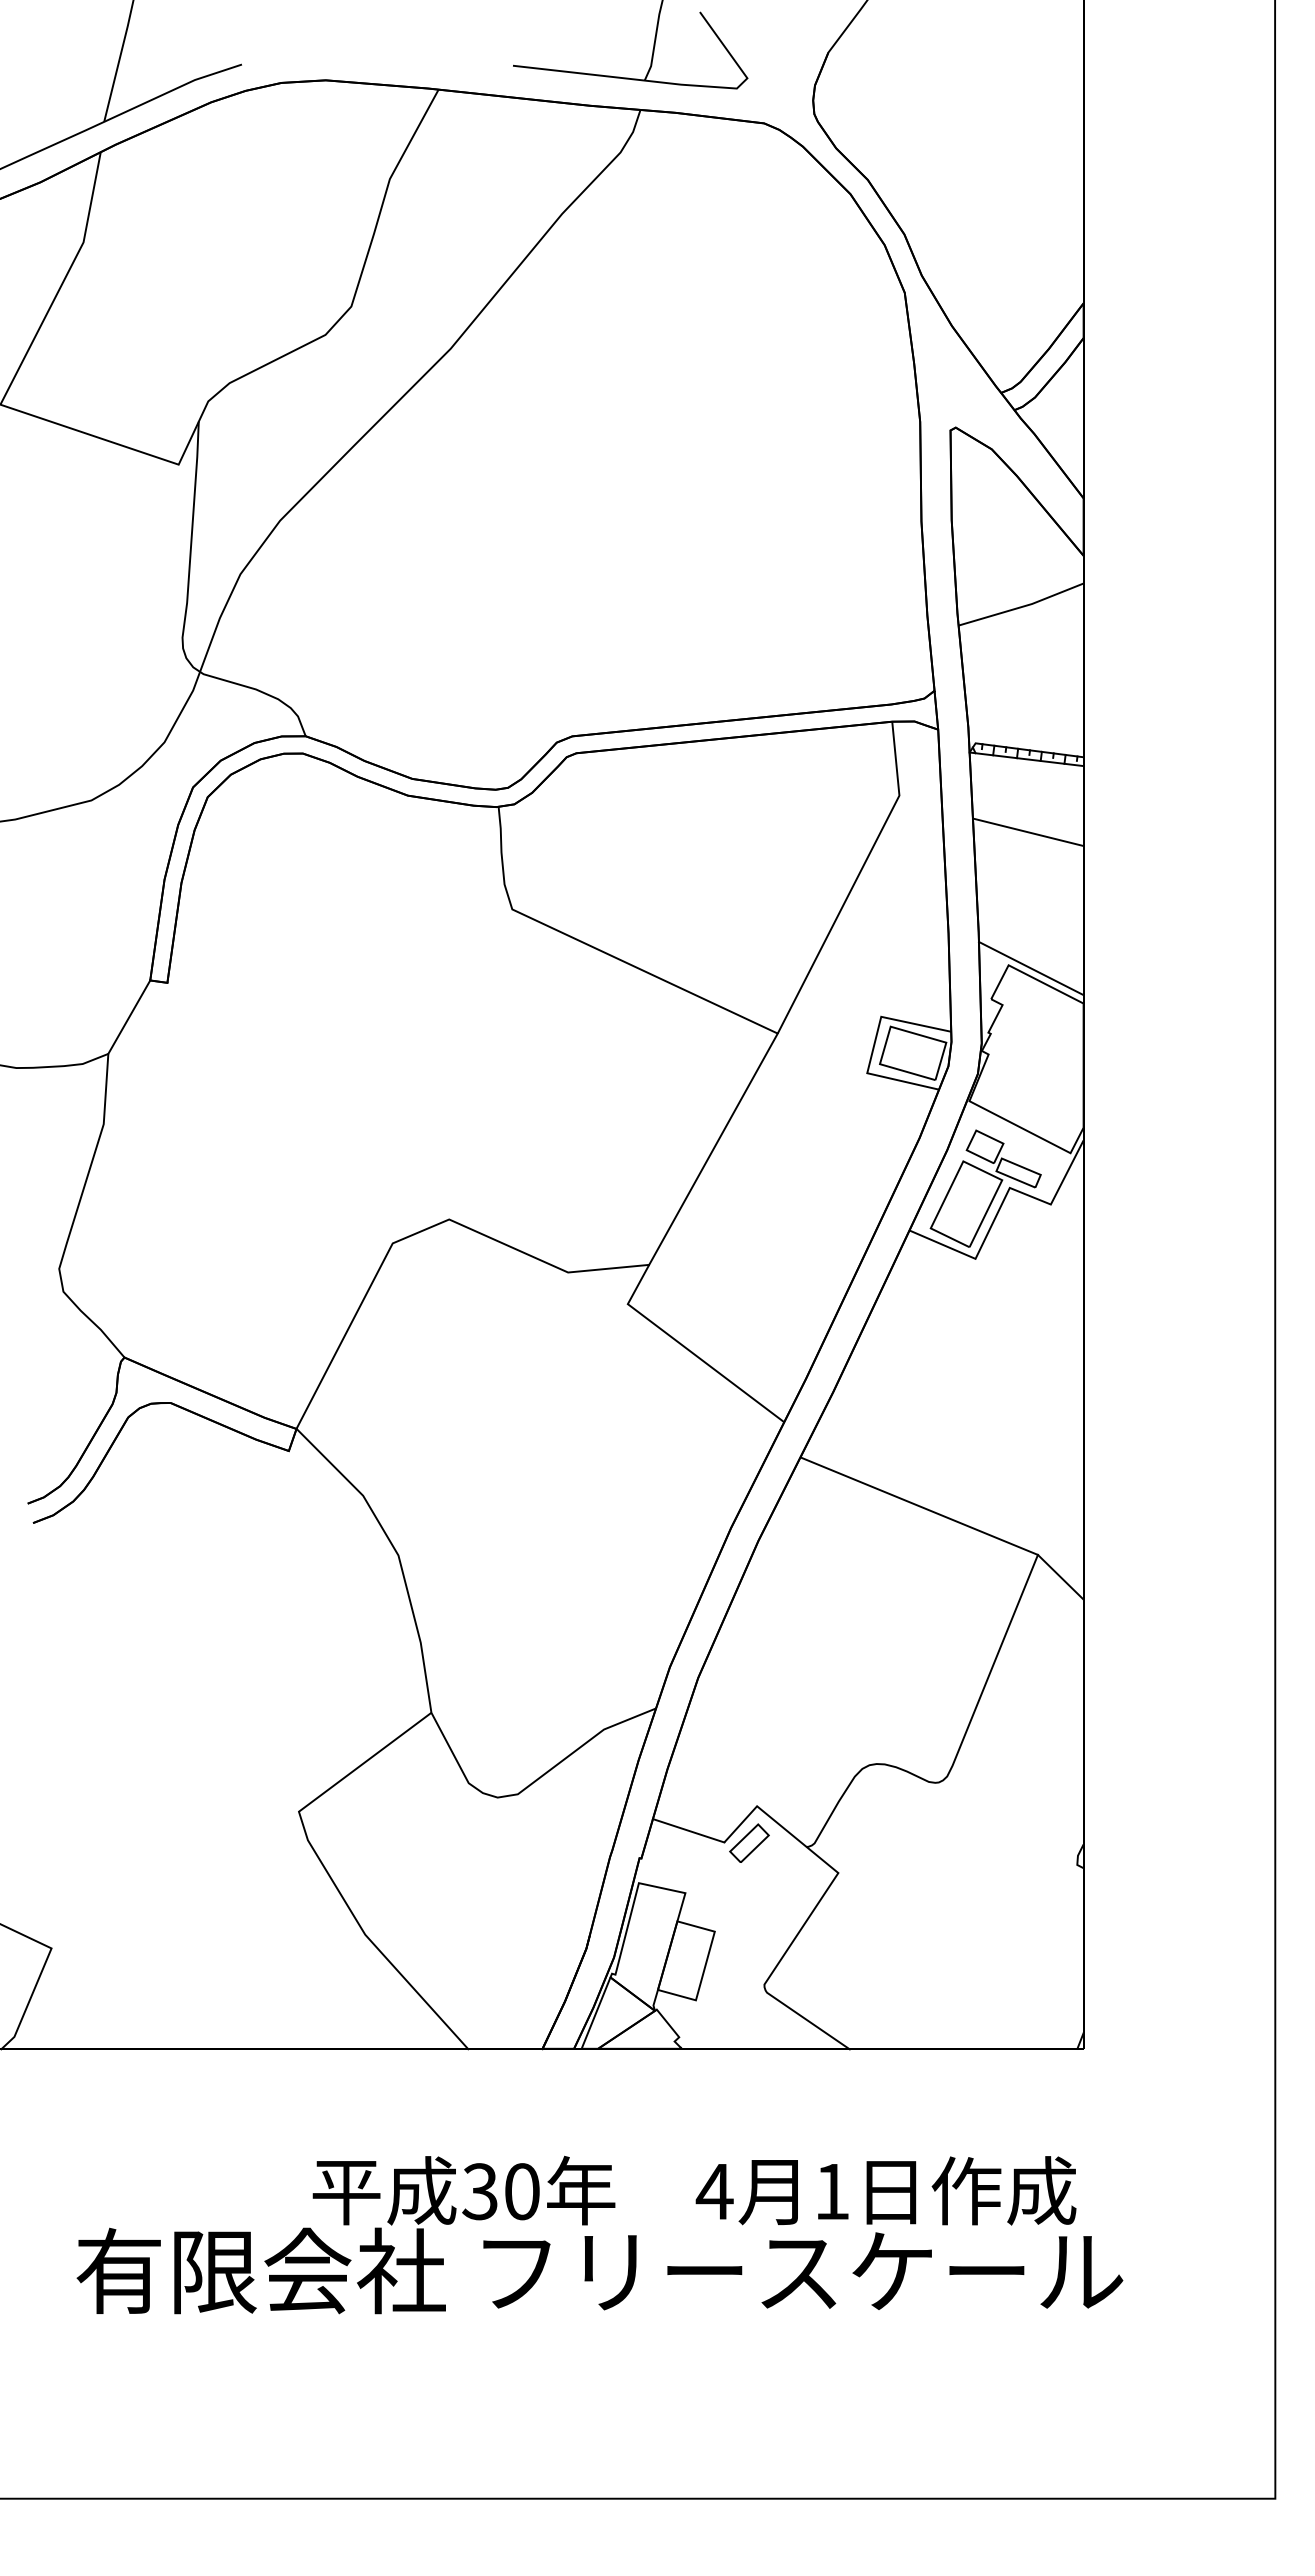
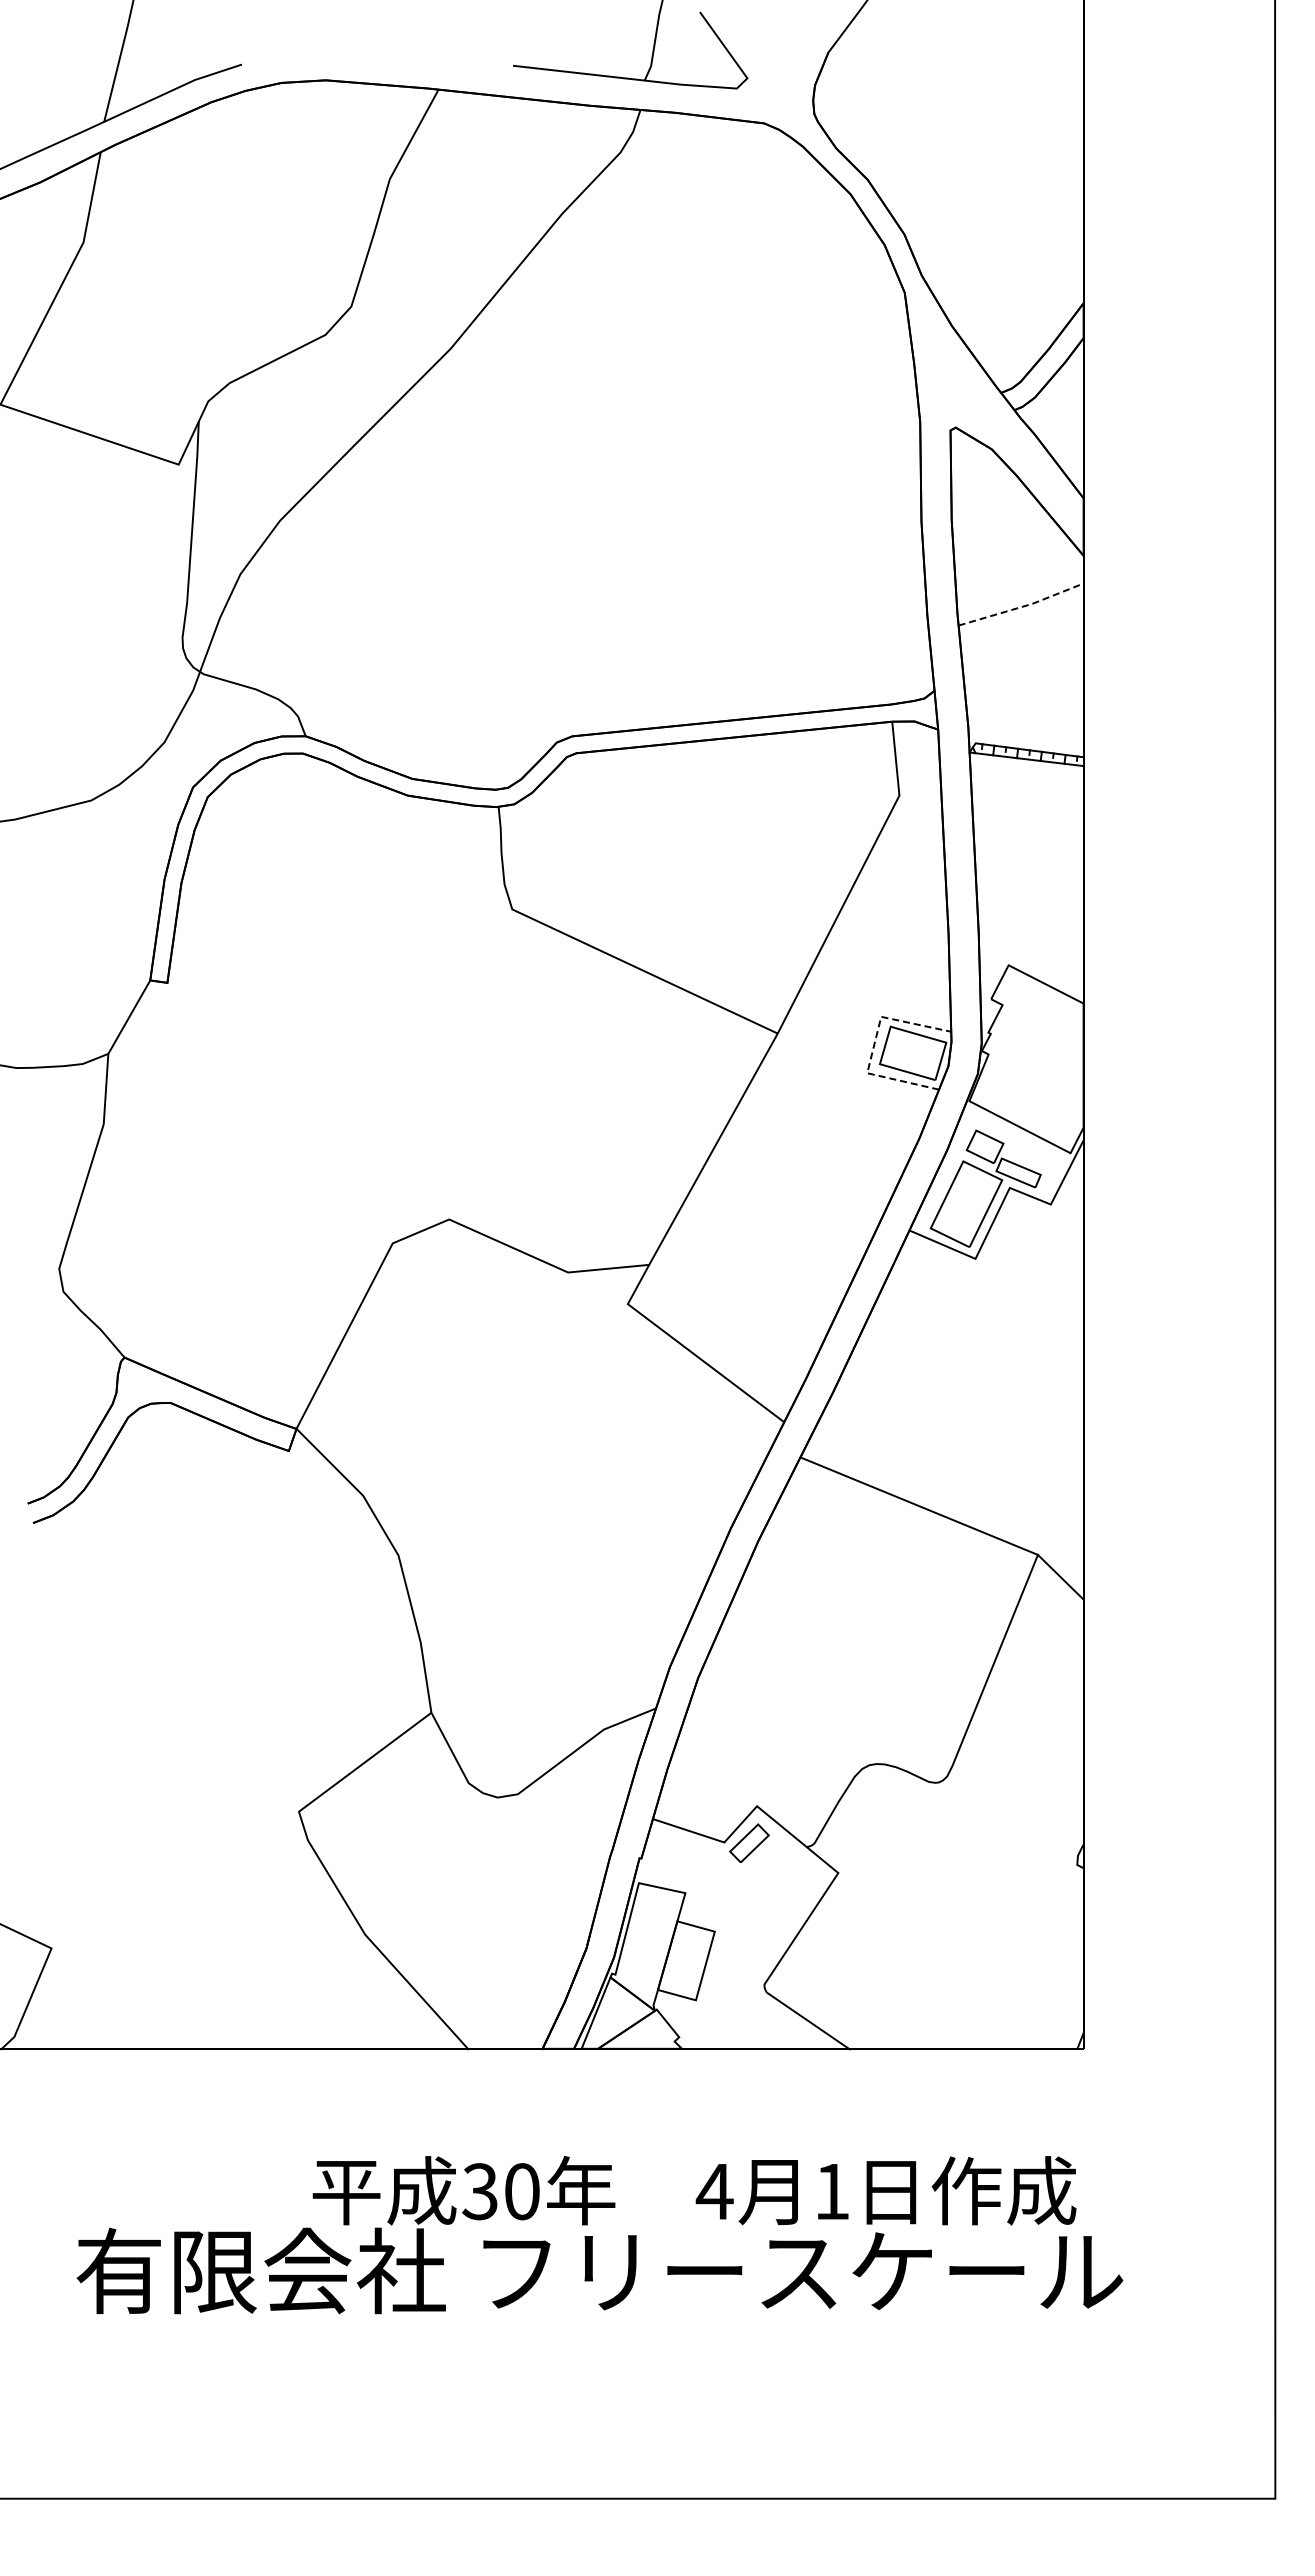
line at (1022, 606): solid -> dashed
line at (1027, 832): present -> none
line at (1030, 968): present -> none
line at (874, 1045): solid -> dashed
